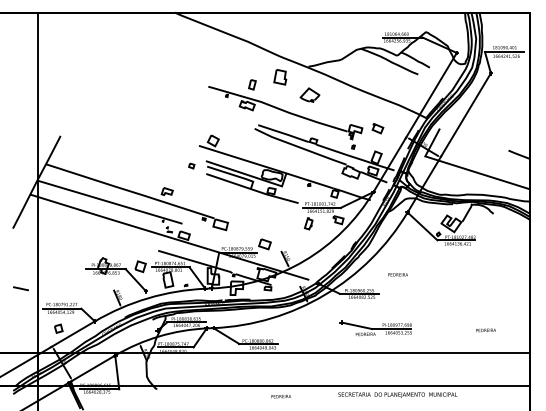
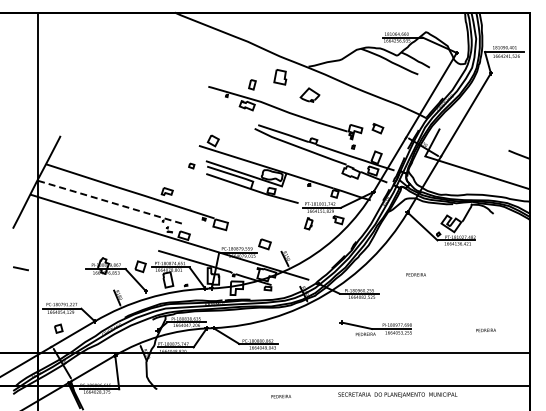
line at (110, 202): solid -> dashed
text at (397, 274) position: (397, 274) -> (415, 274)
line at (20, 288) position: (20, 288) -> (20, 268)
